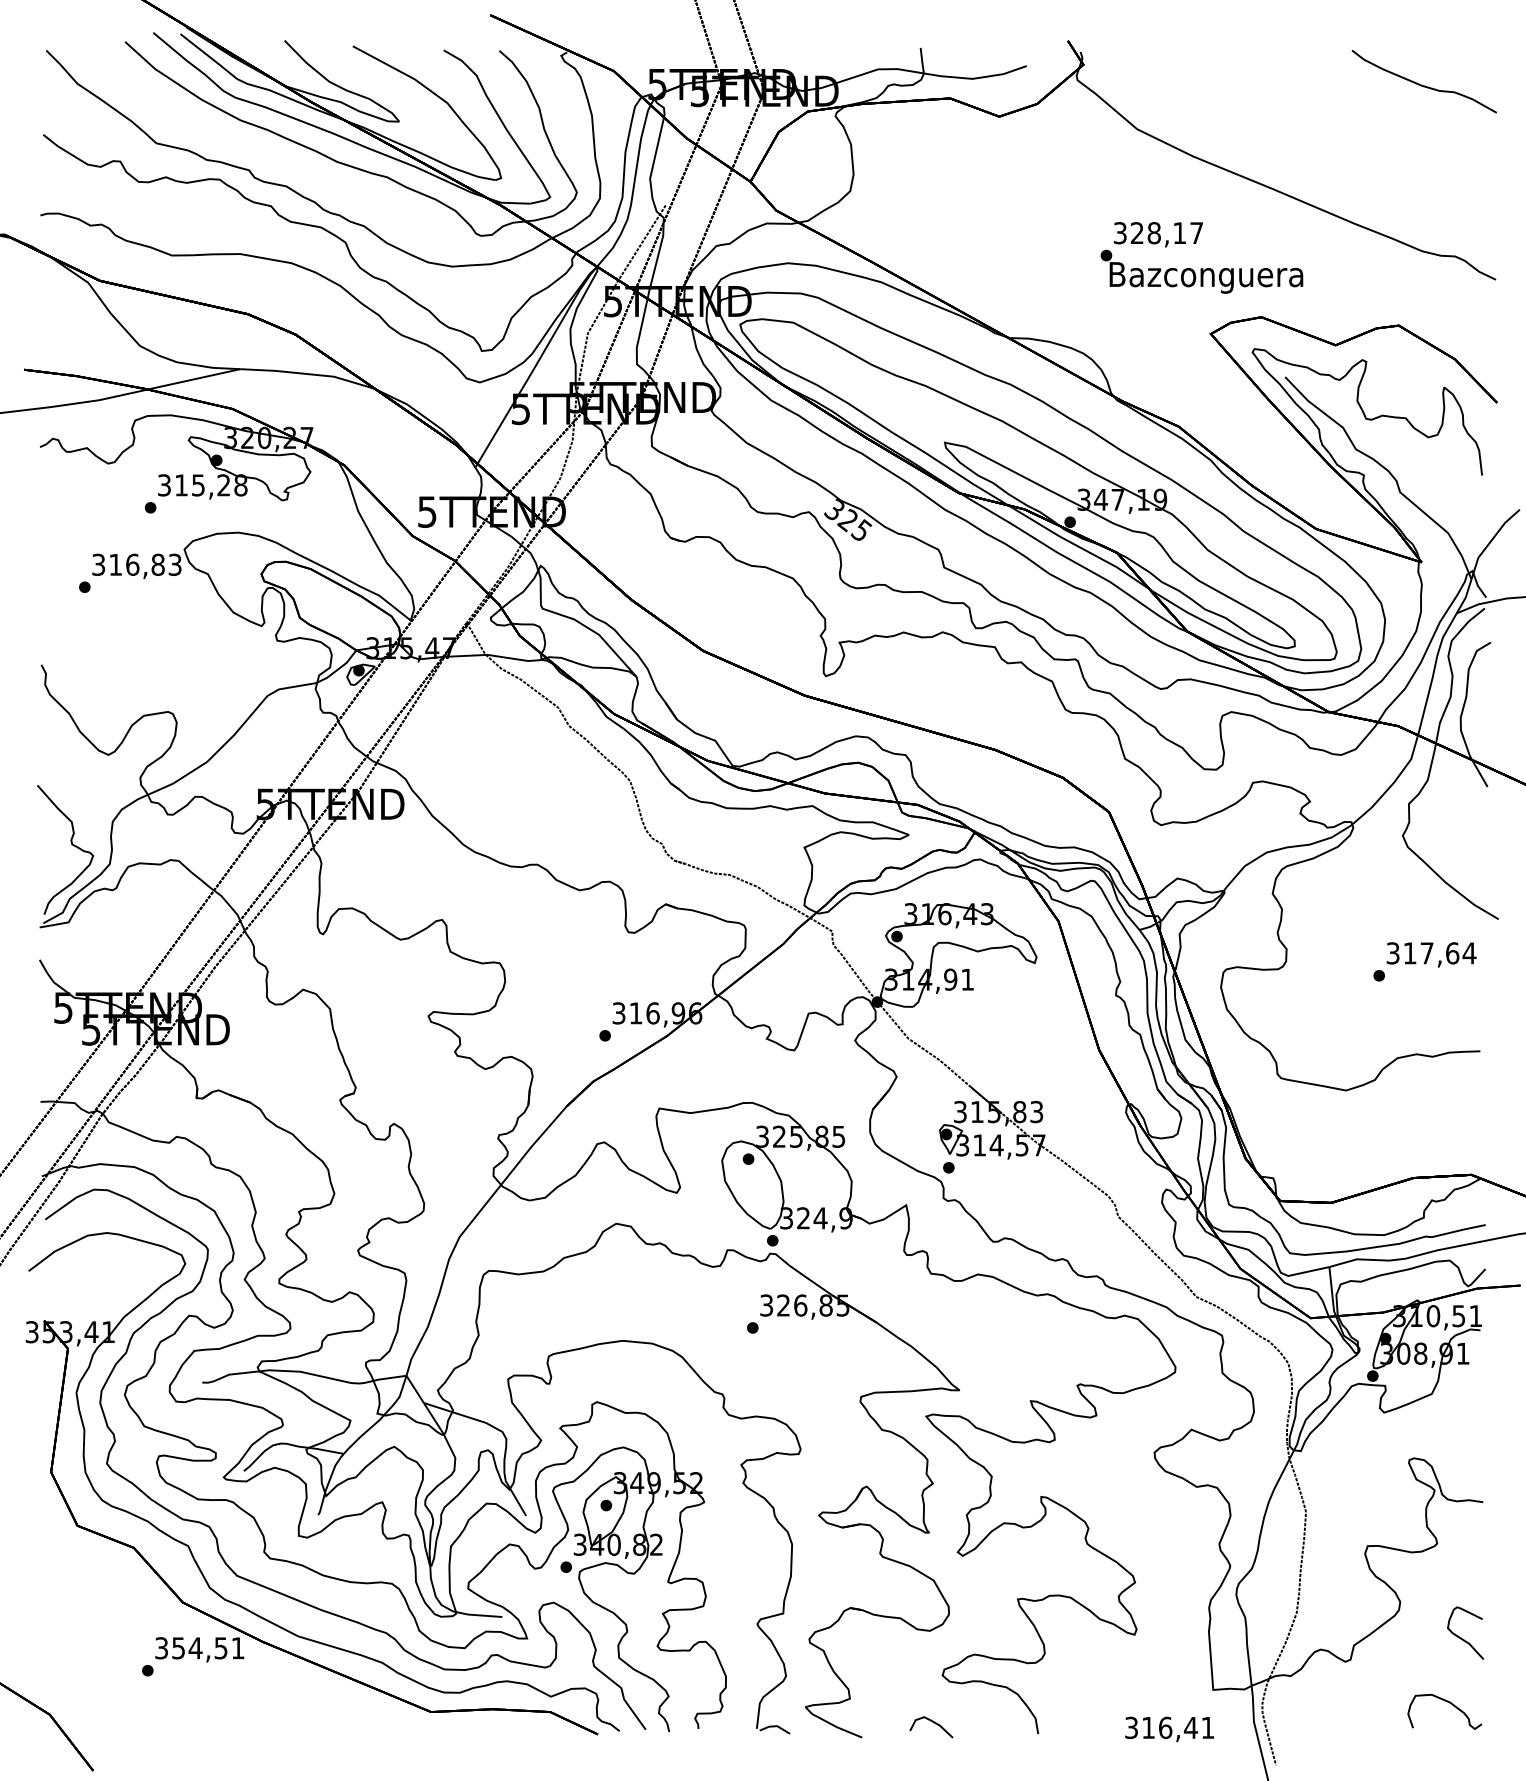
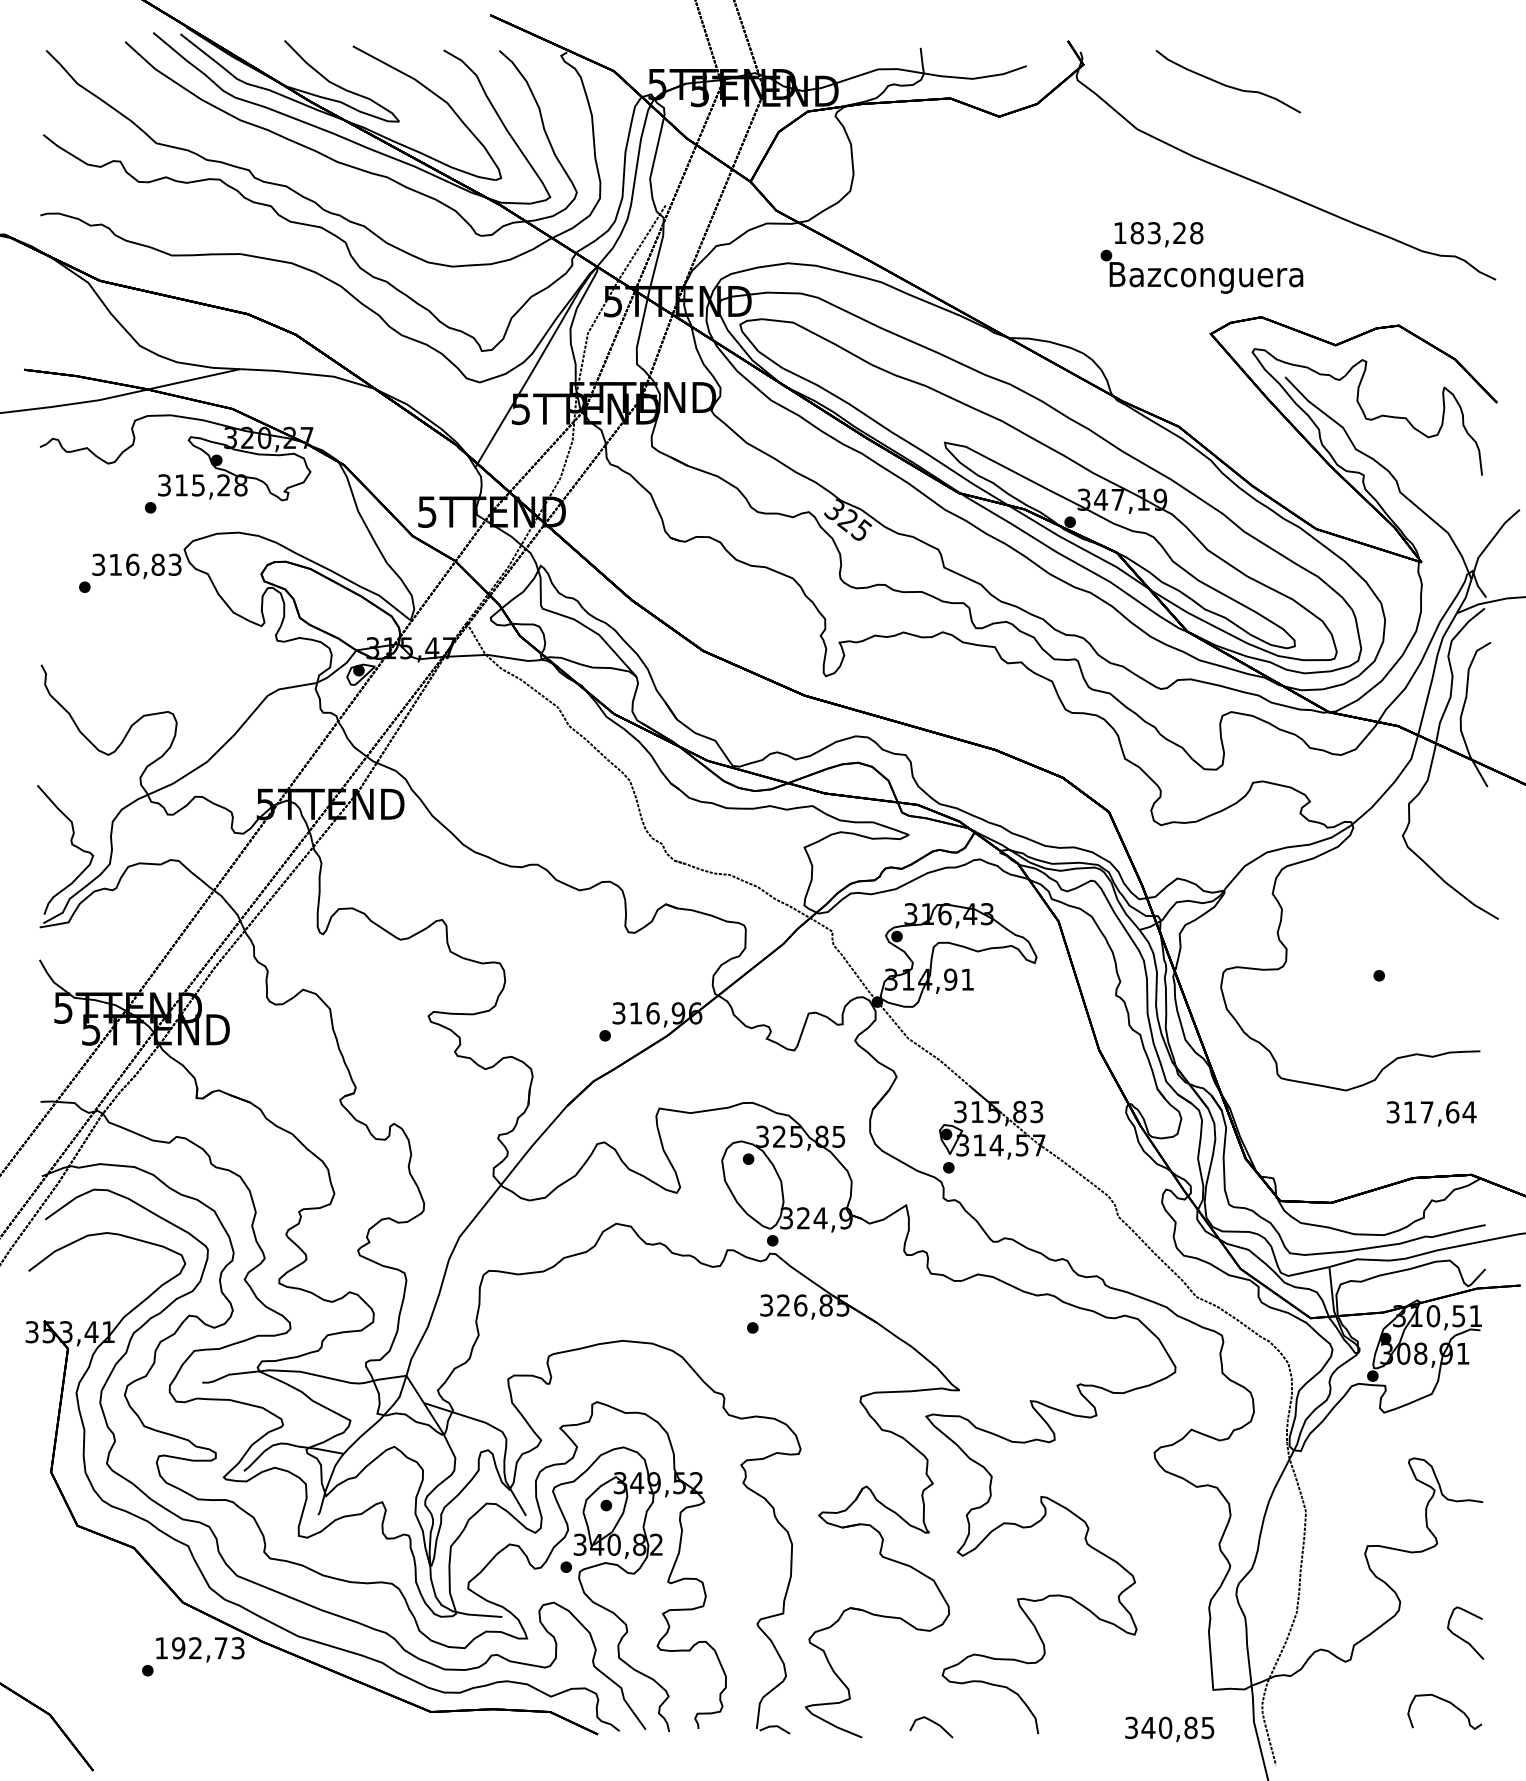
part at (1423, 81) position: (1423, 81) -> (1227, 81)
text at (1158, 233): 328,17 -> 183,28
text at (1431, 954) position: (1431, 954) -> (1431, 1113)
text at (199, 1648): 354,51 -> 192,73
text at (1177, 1727): 316,41 -> 340,85
